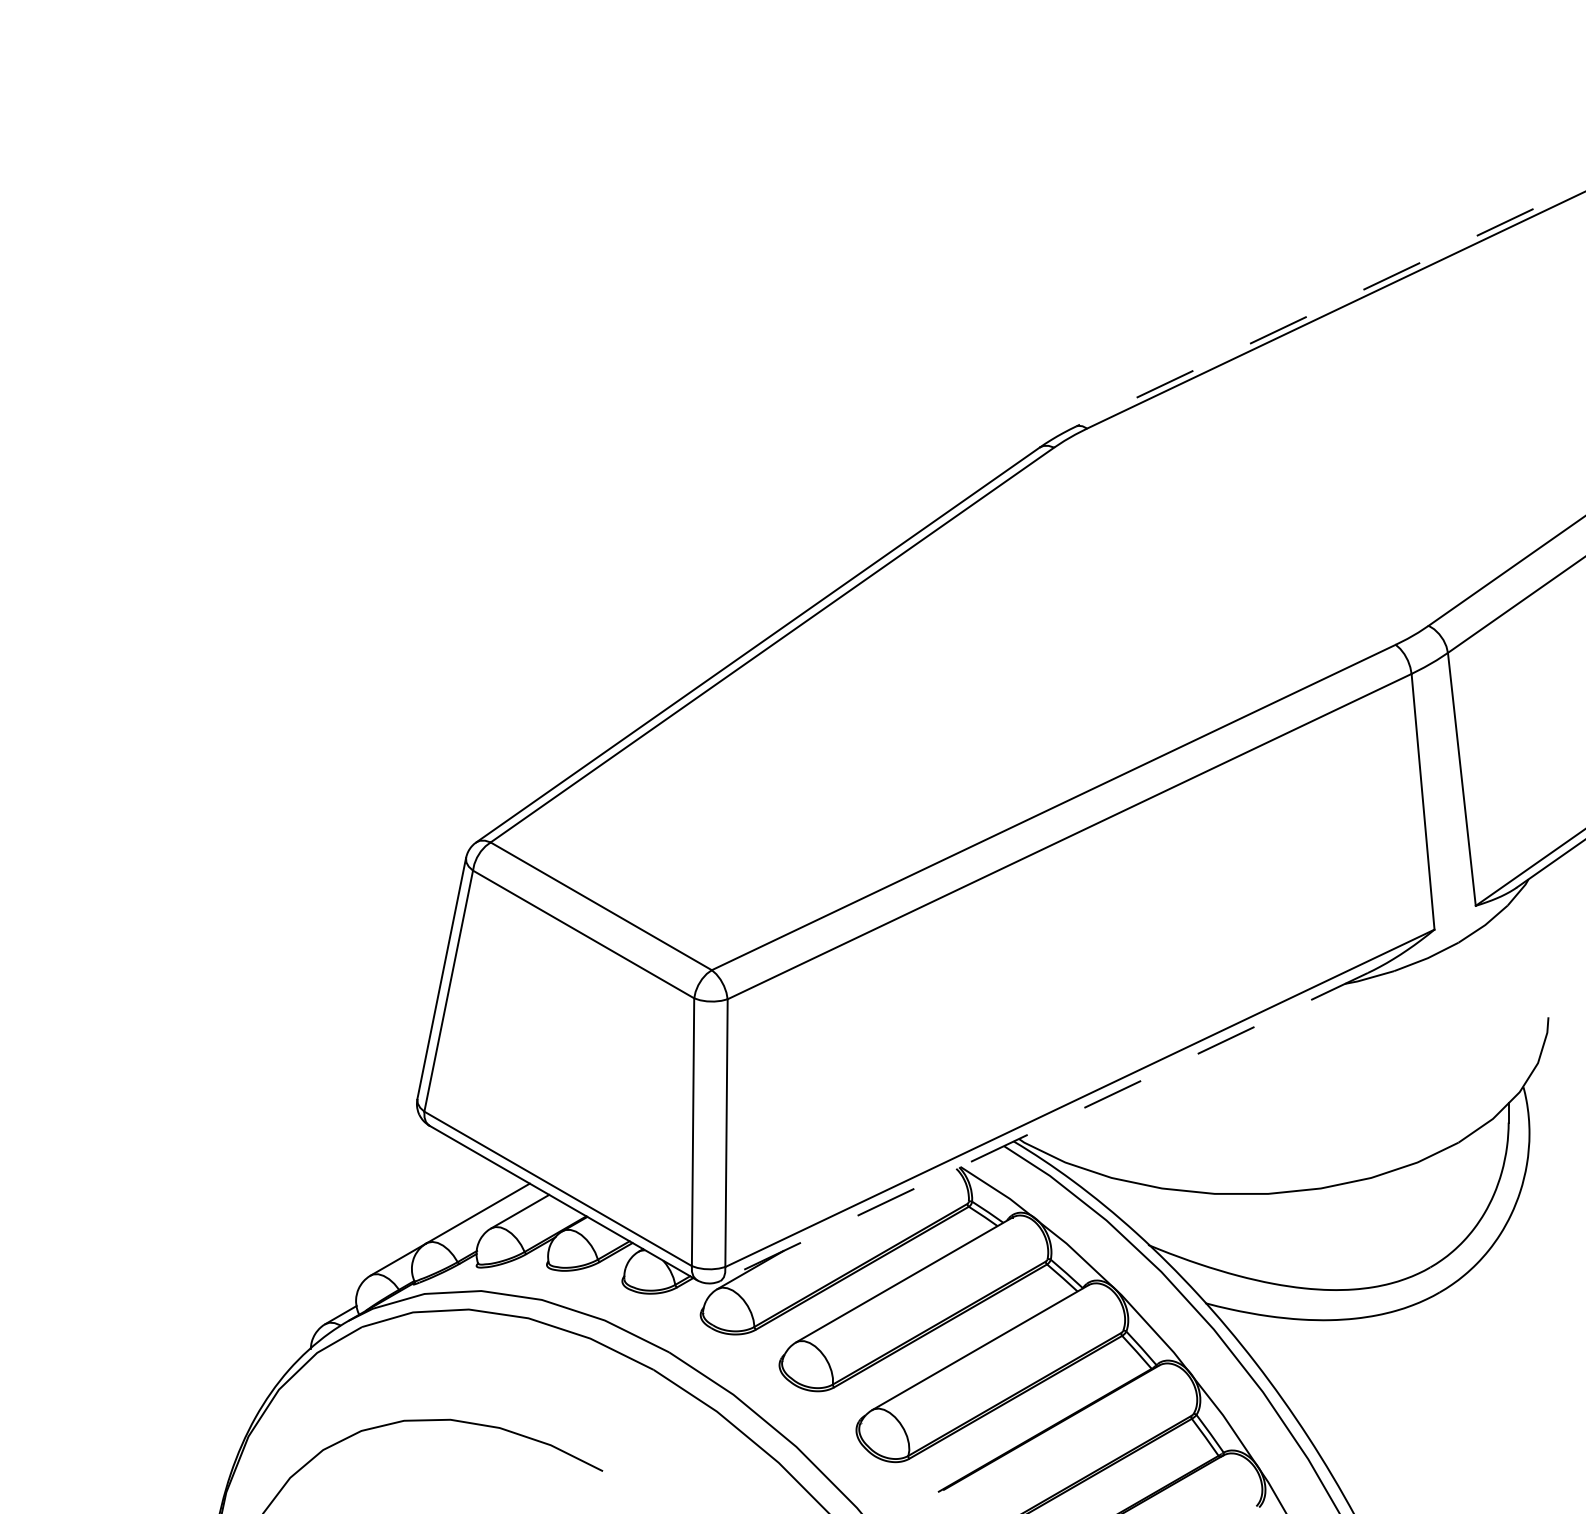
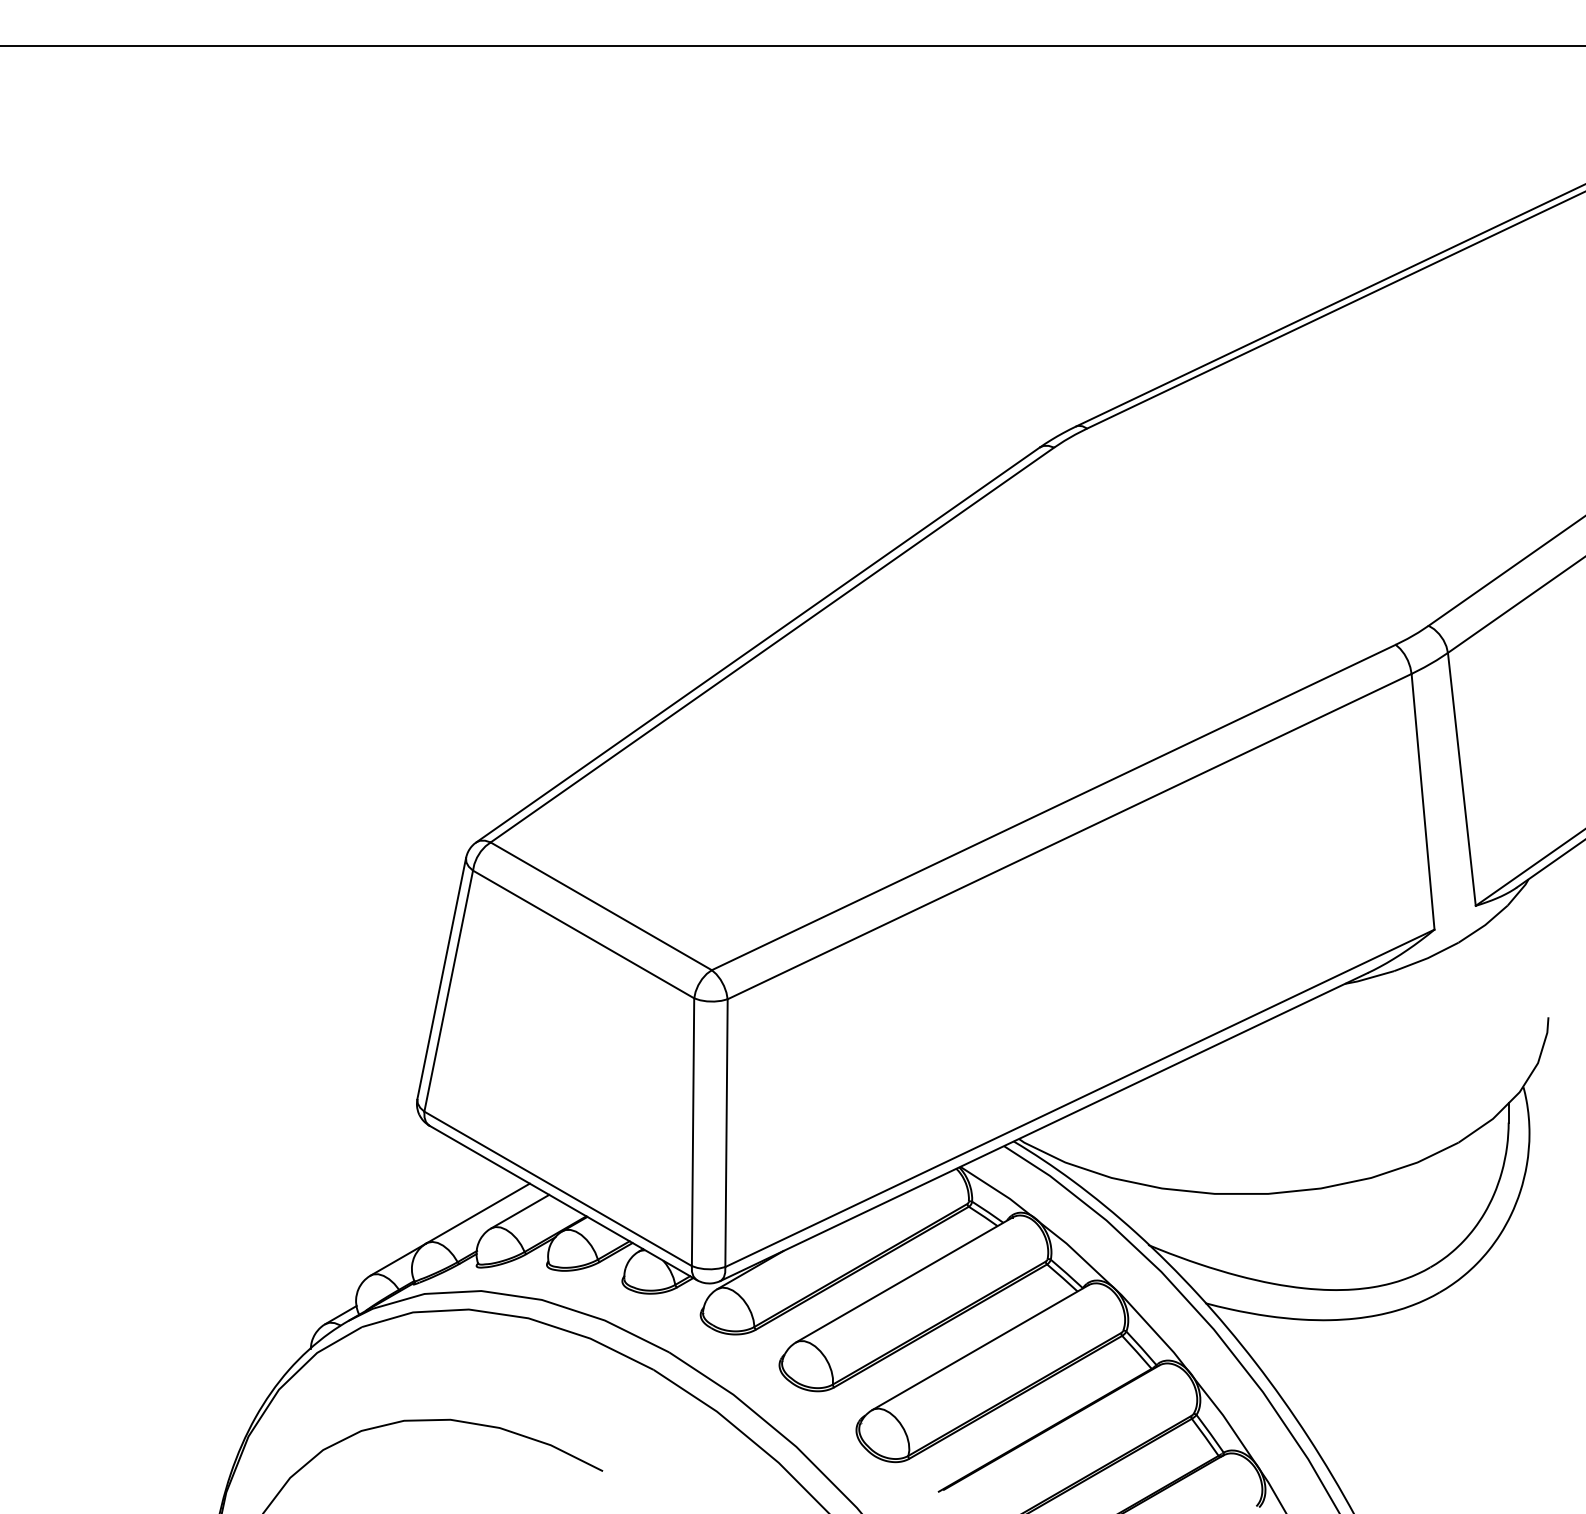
line at (792, 45): none -> present
line at (1330, 305): dashed -> solid
line at (1044, 1127): dashed -> solid
